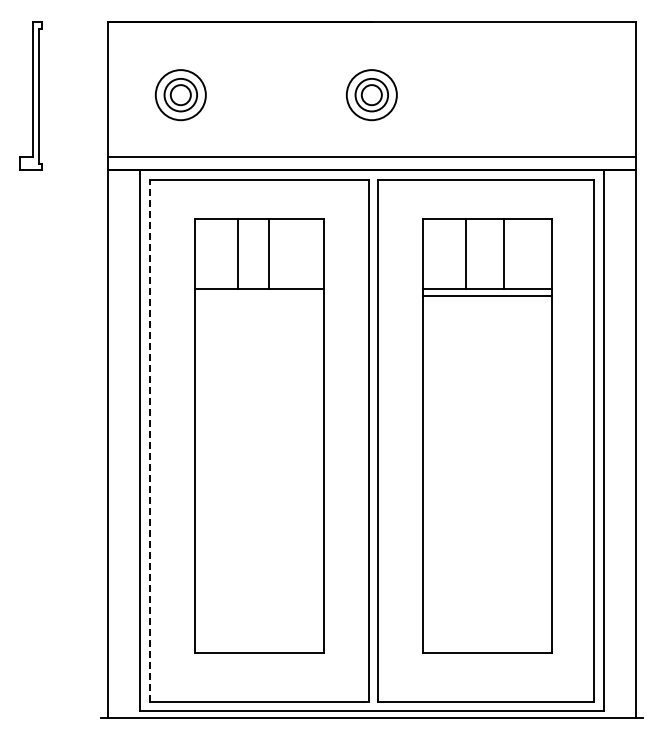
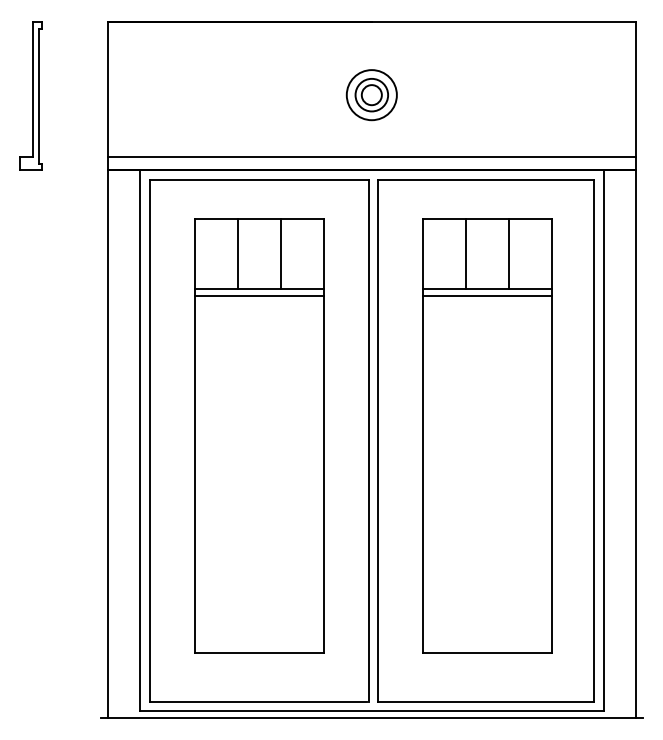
part at (180, 95): present -> none
line at (268, 253) position: (268, 253) -> (280, 253)
line at (504, 253) position: (504, 253) -> (509, 253)
line at (258, 295): none -> present
line at (149, 440): dashed -> solid
